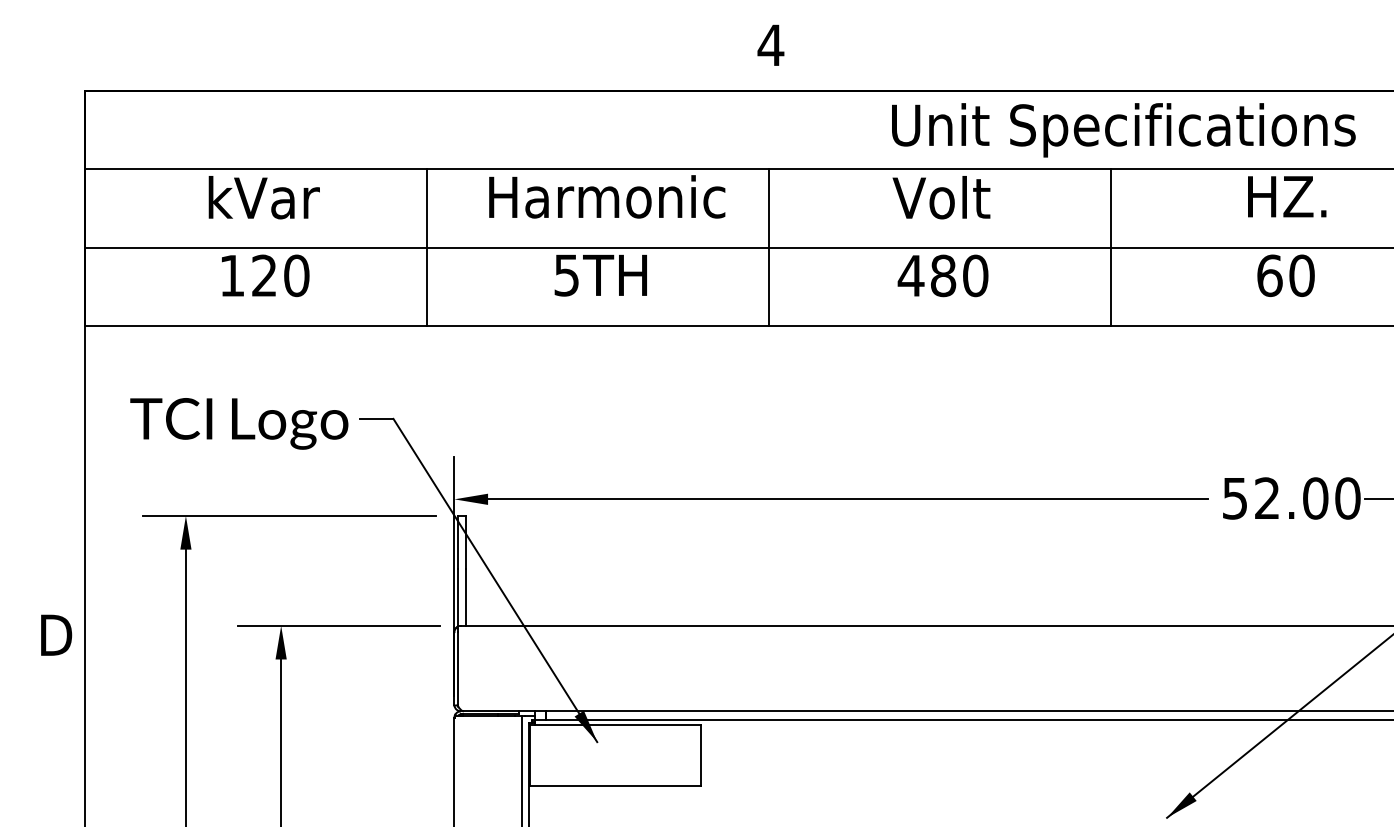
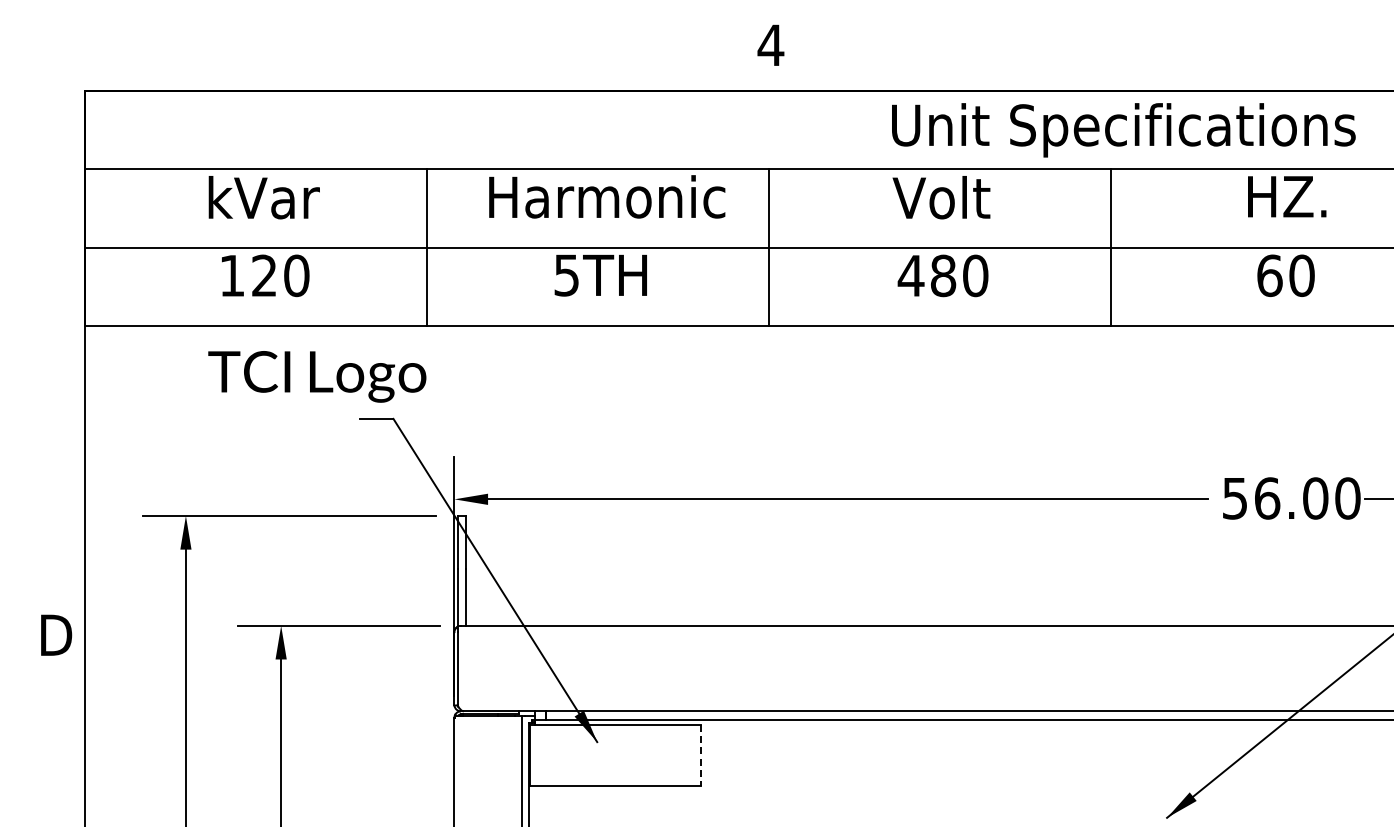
text at (239, 423) position: (239, 423) -> (317, 376)
text at (1267, 498): 52.00 -> 56.00
line at (701, 755): solid -> dashed
